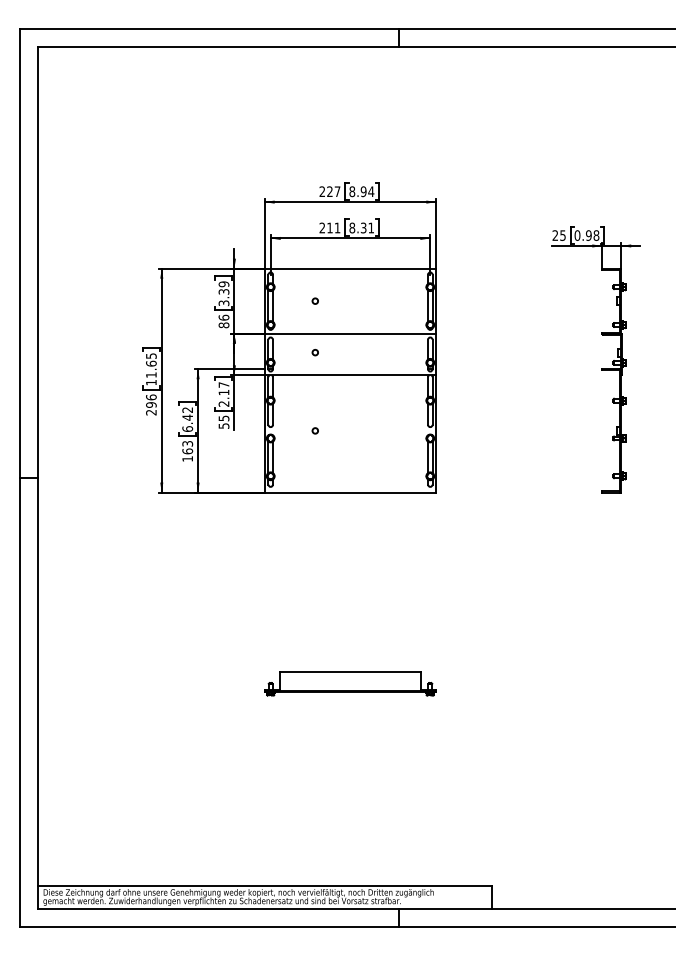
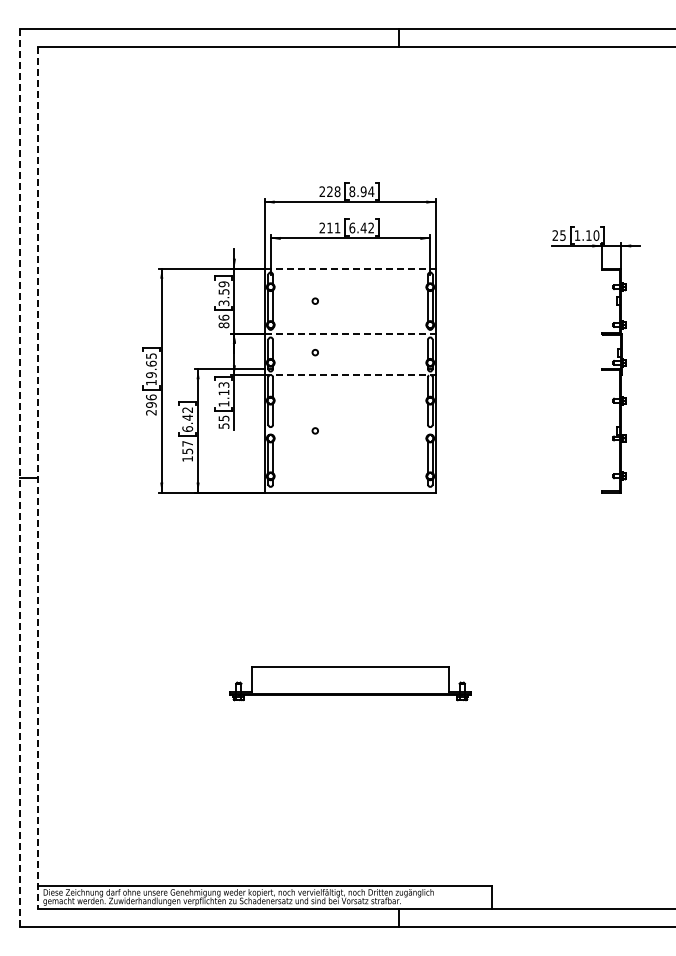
text at (337, 191): 227 -> 228
text at (361, 227): 8.31 -> 6.42
text at (586, 235): 0.98 -> 1.10
line at (350, 268): solid -> dashed
text at (223, 291): 3.39 -> 3.59
line at (350, 333): solid -> dashed
text at (151, 375): 11.65 -> 19.65
line at (350, 375): solid -> dashed
text at (223, 394): 2.17 -> 1.13
text at (187, 447): 163 -> 157
line at (20, 477): solid -> dashed
line at (38, 478): solid -> dashed
part at (350, 683) size: 173x26 px -> 243x36 px
